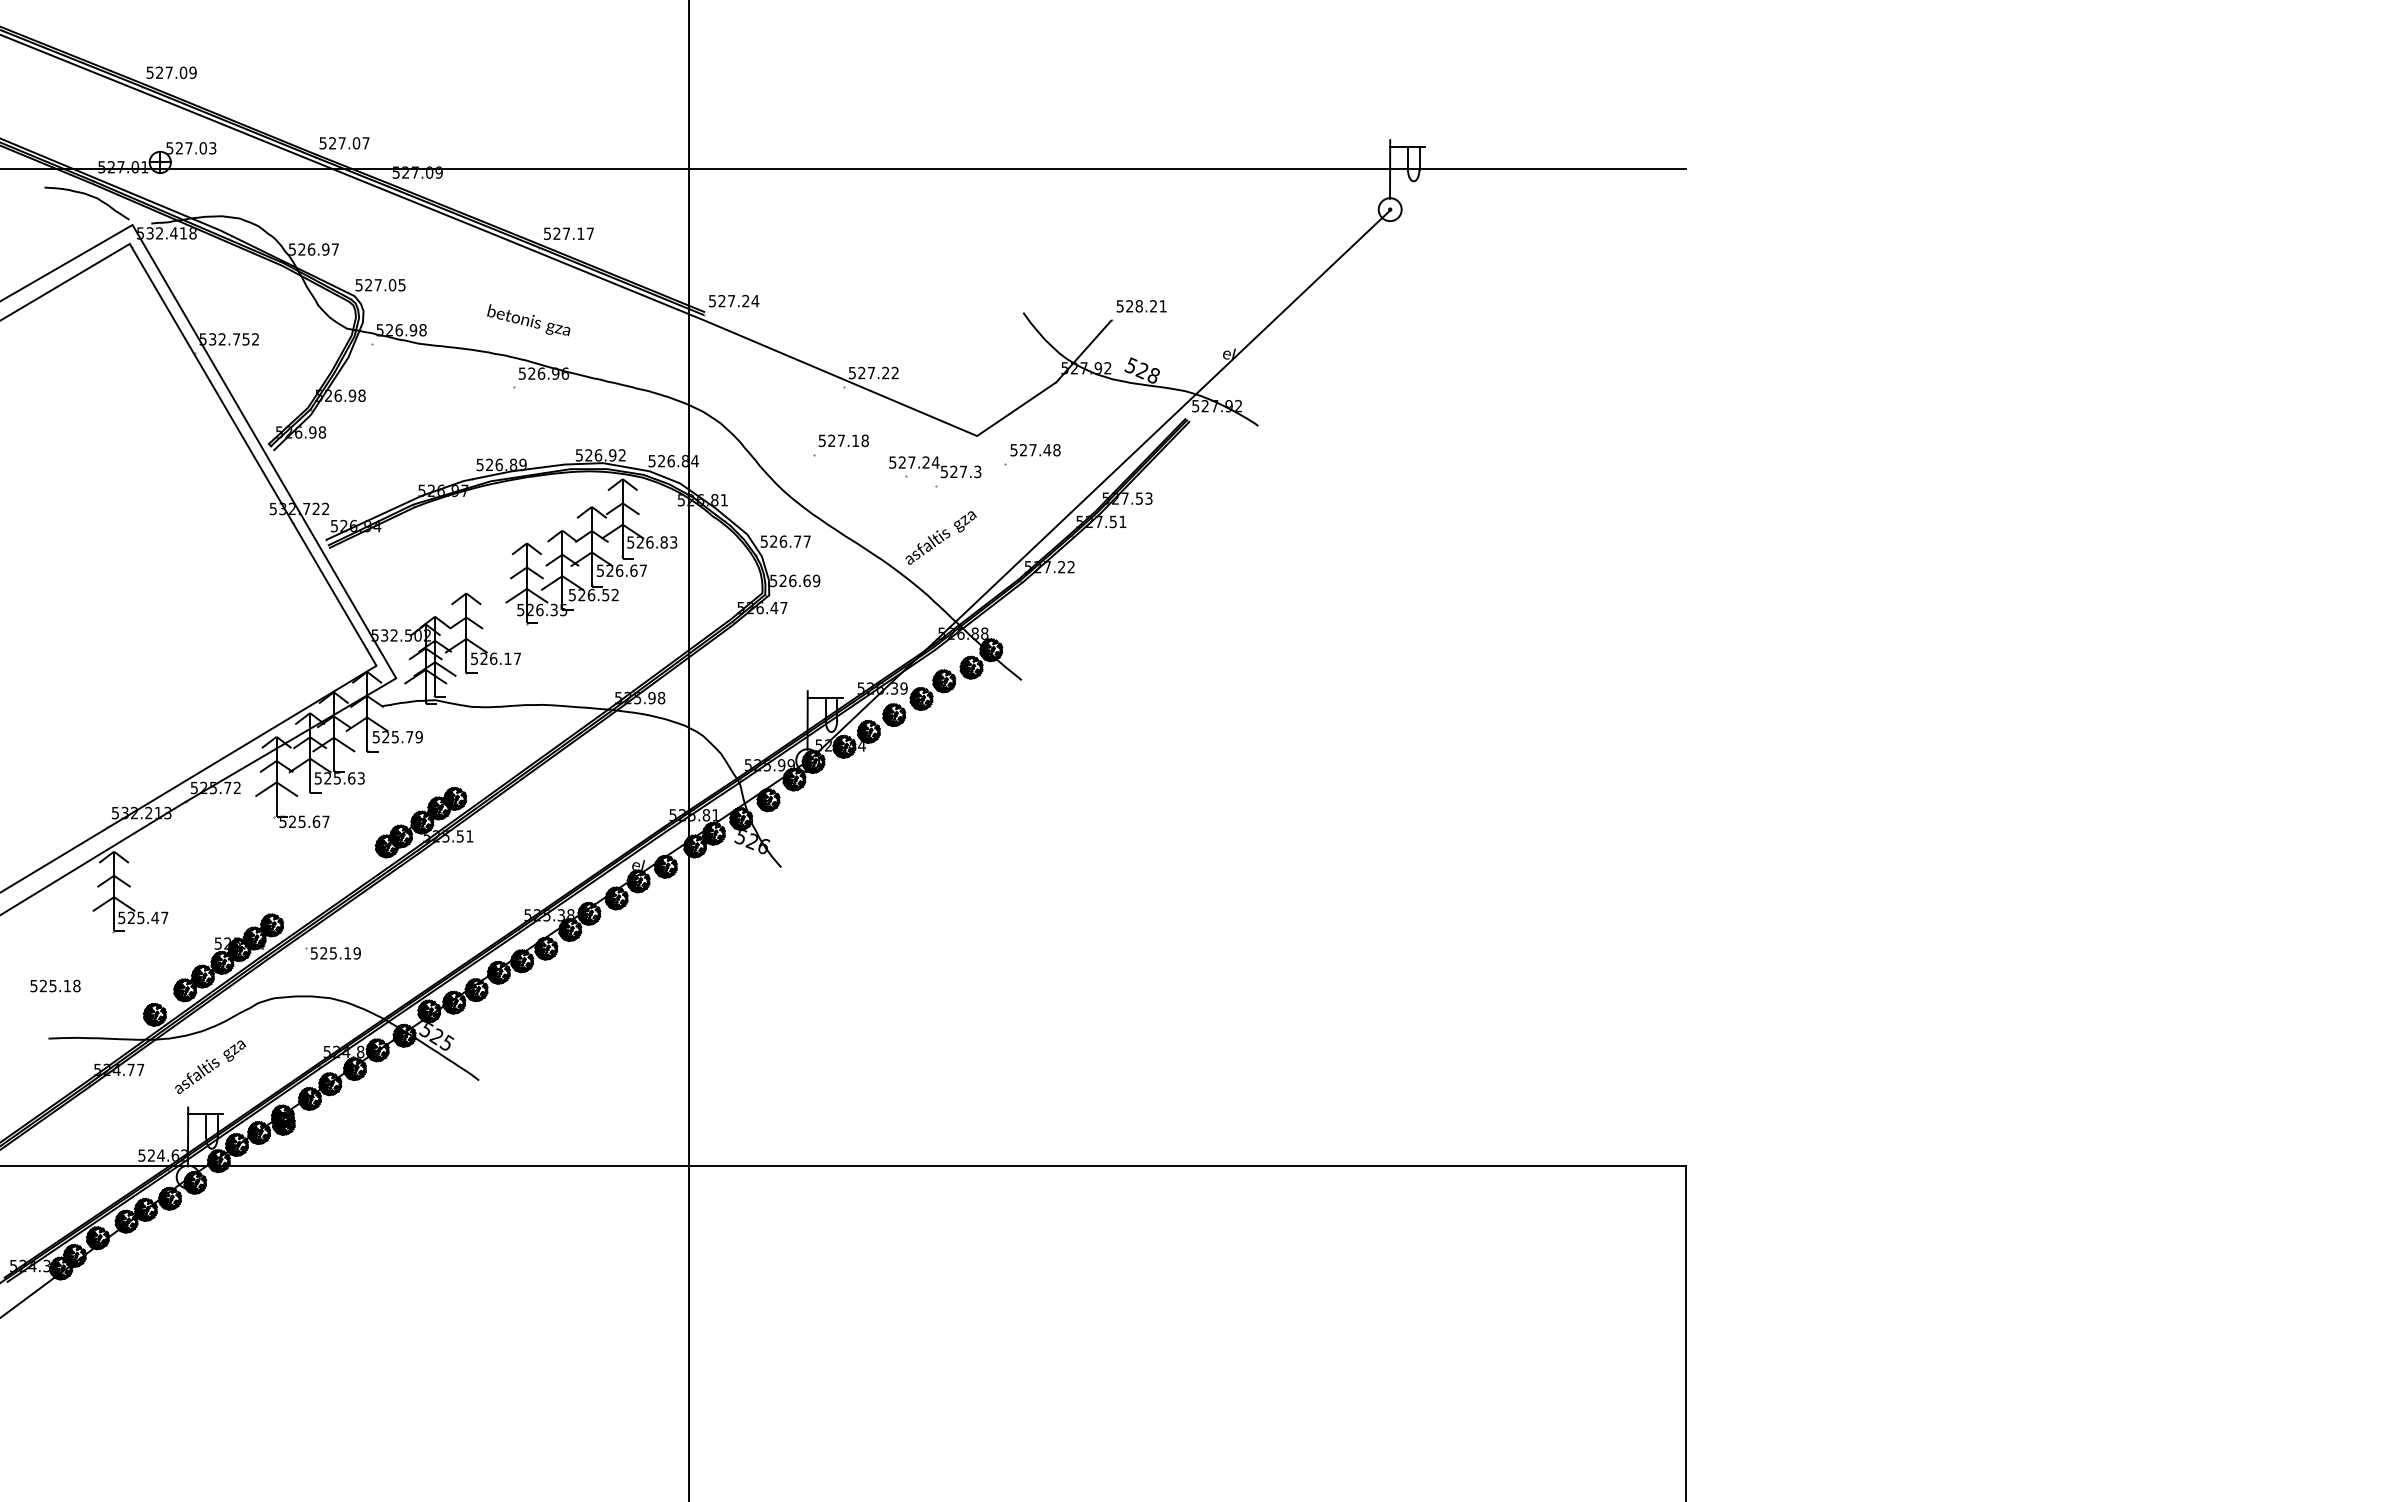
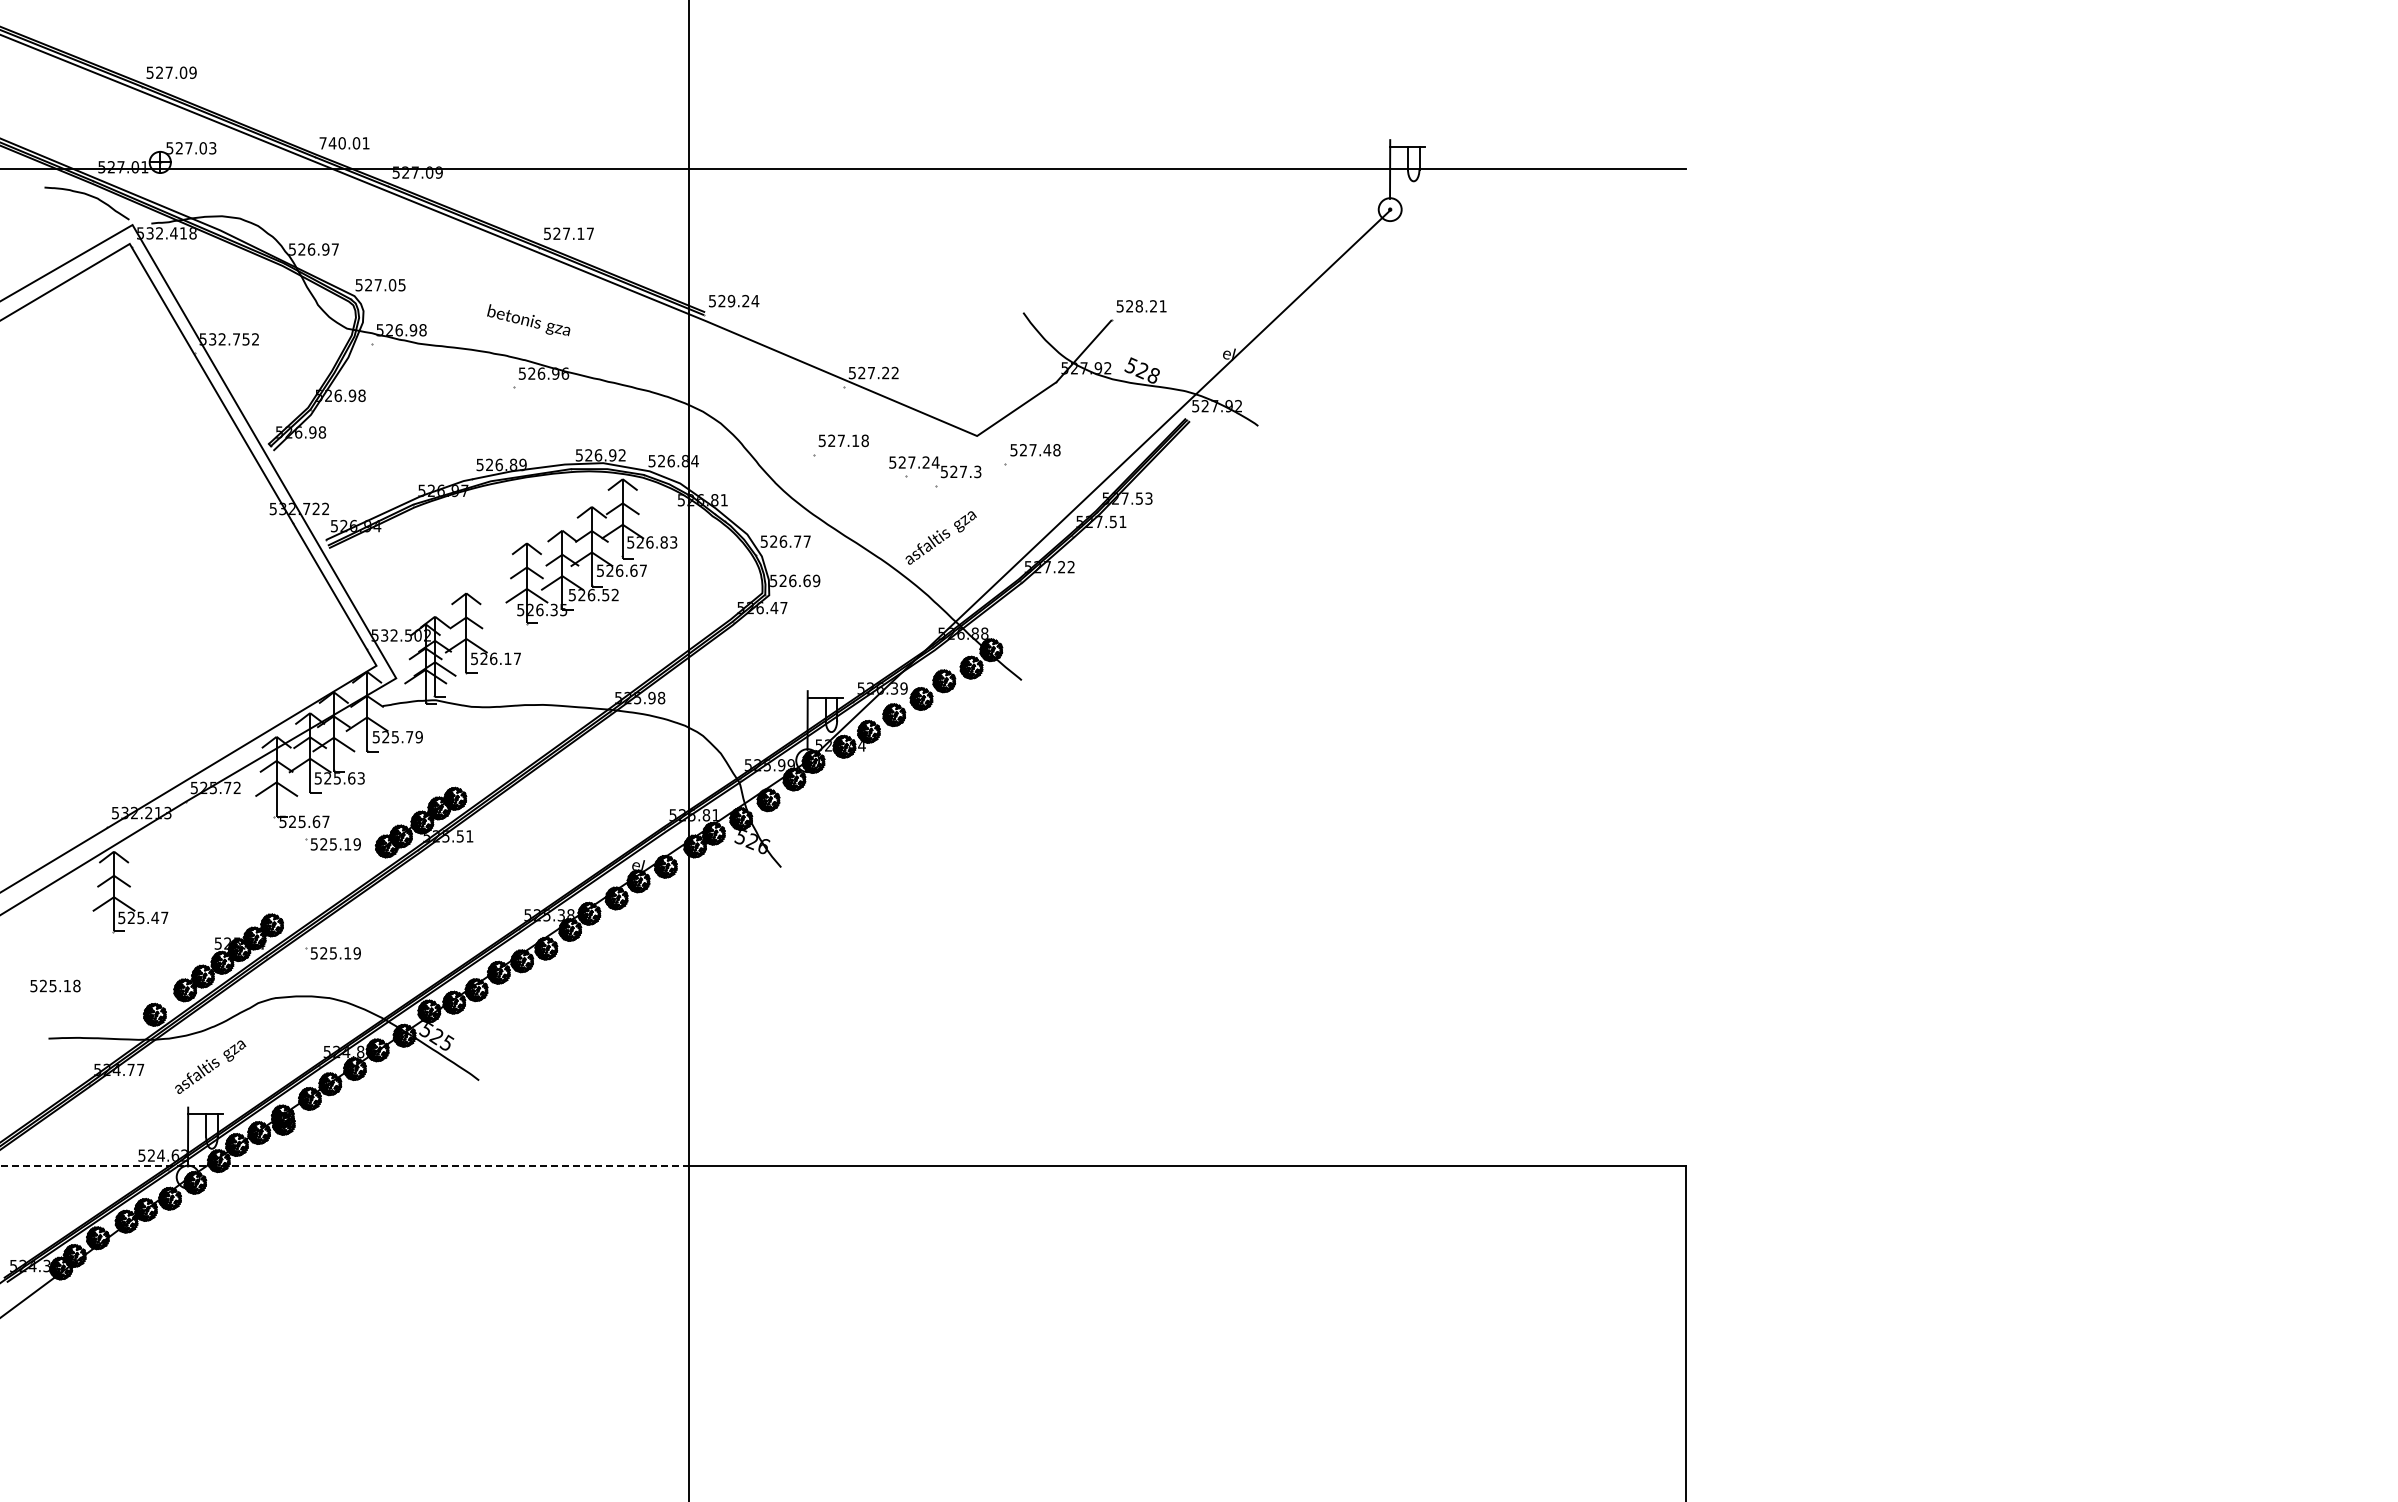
text at (344, 143): 527.07 -> 740.01
text at (731, 300): 527.24 -> 529.24
part at (332, 844): none -> present
line at (345, 1165): solid -> dashed
